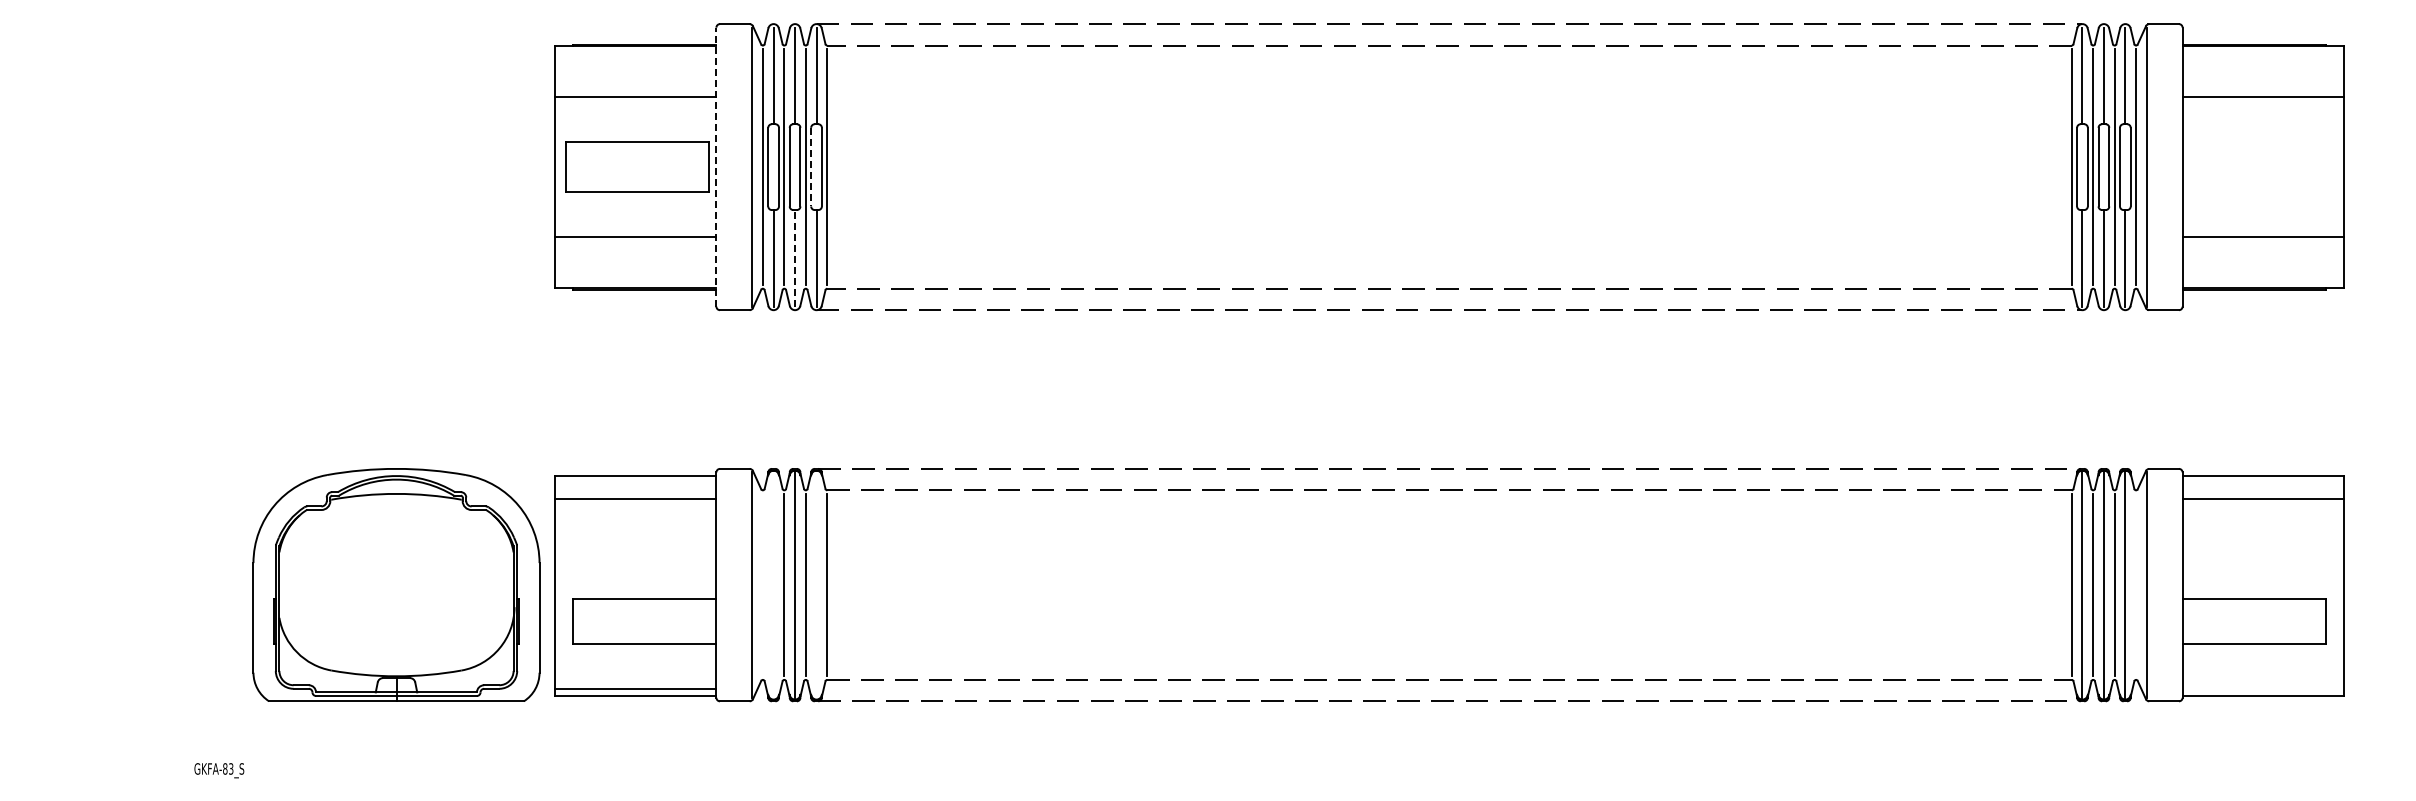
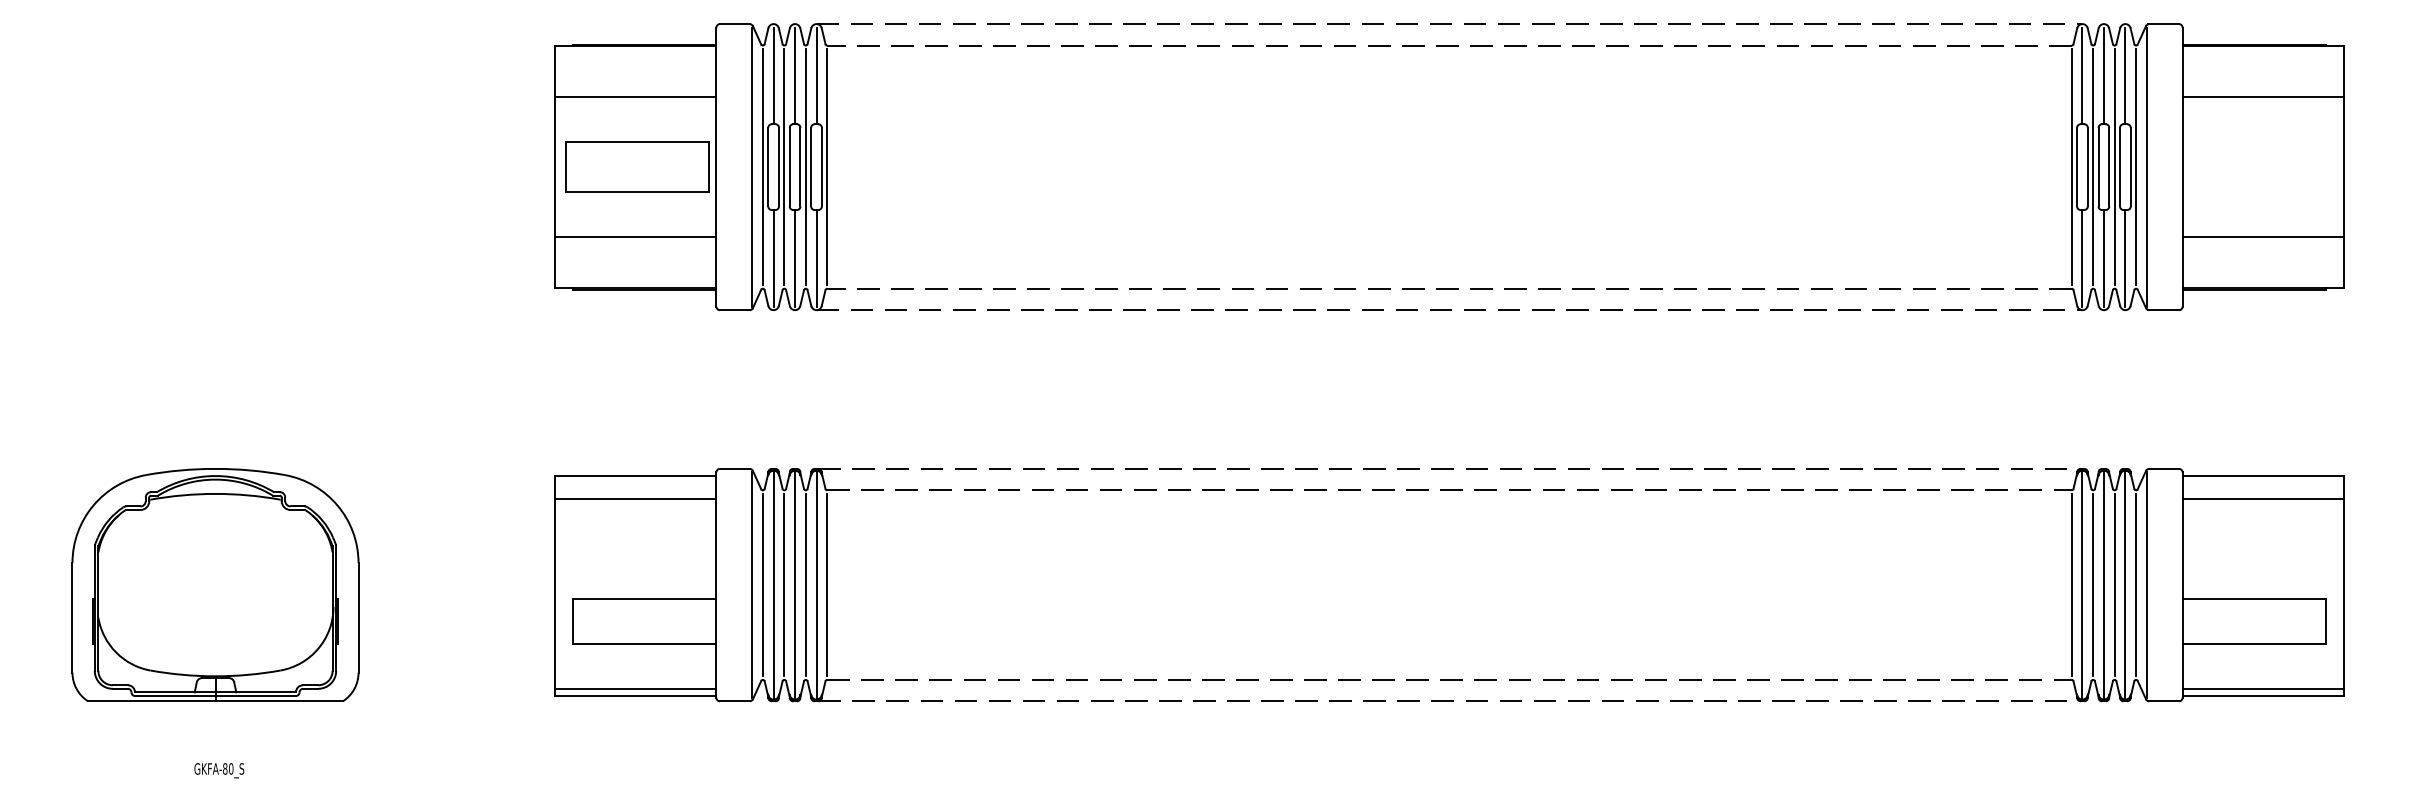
line at (716, 166): dashed -> solid
line at (811, 167): dashed -> solid
line at (795, 257): dashed -> solid
part at (396, 584) position: (396, 584) -> (215, 584)
line at (762, 584): none -> present
line at (773, 584): none -> present
line at (816, 584): none -> present
line at (2136, 584): none -> present
line at (2262, 688): none -> present
text at (231, 768): GKFA-83_S -> GKFA-80_S
